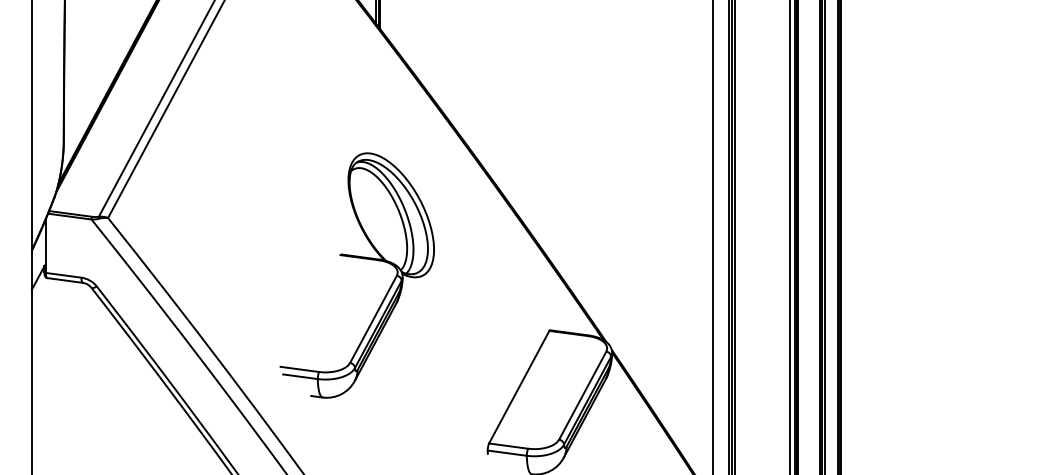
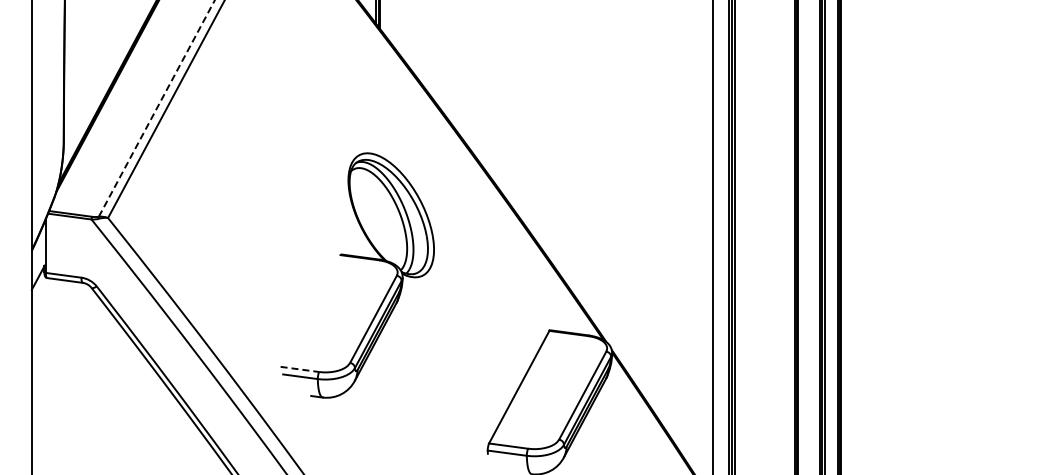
line at (156, 108): solid -> dashed
line at (789, 236): present -> none
line at (300, 369): solid -> dashed
